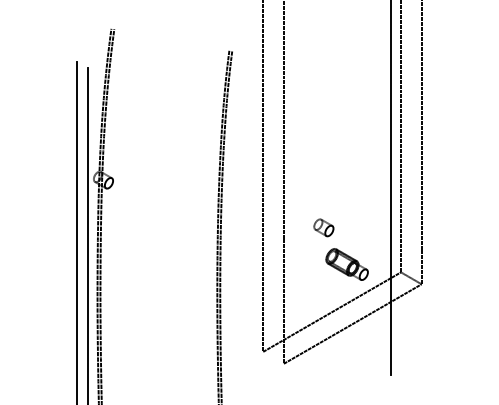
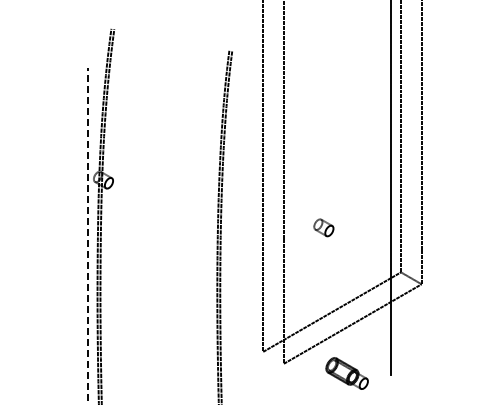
line at (77, 231): present -> none
line at (88, 235): solid -> dashed
part at (346, 264) position: (346, 264) -> (346, 373)
